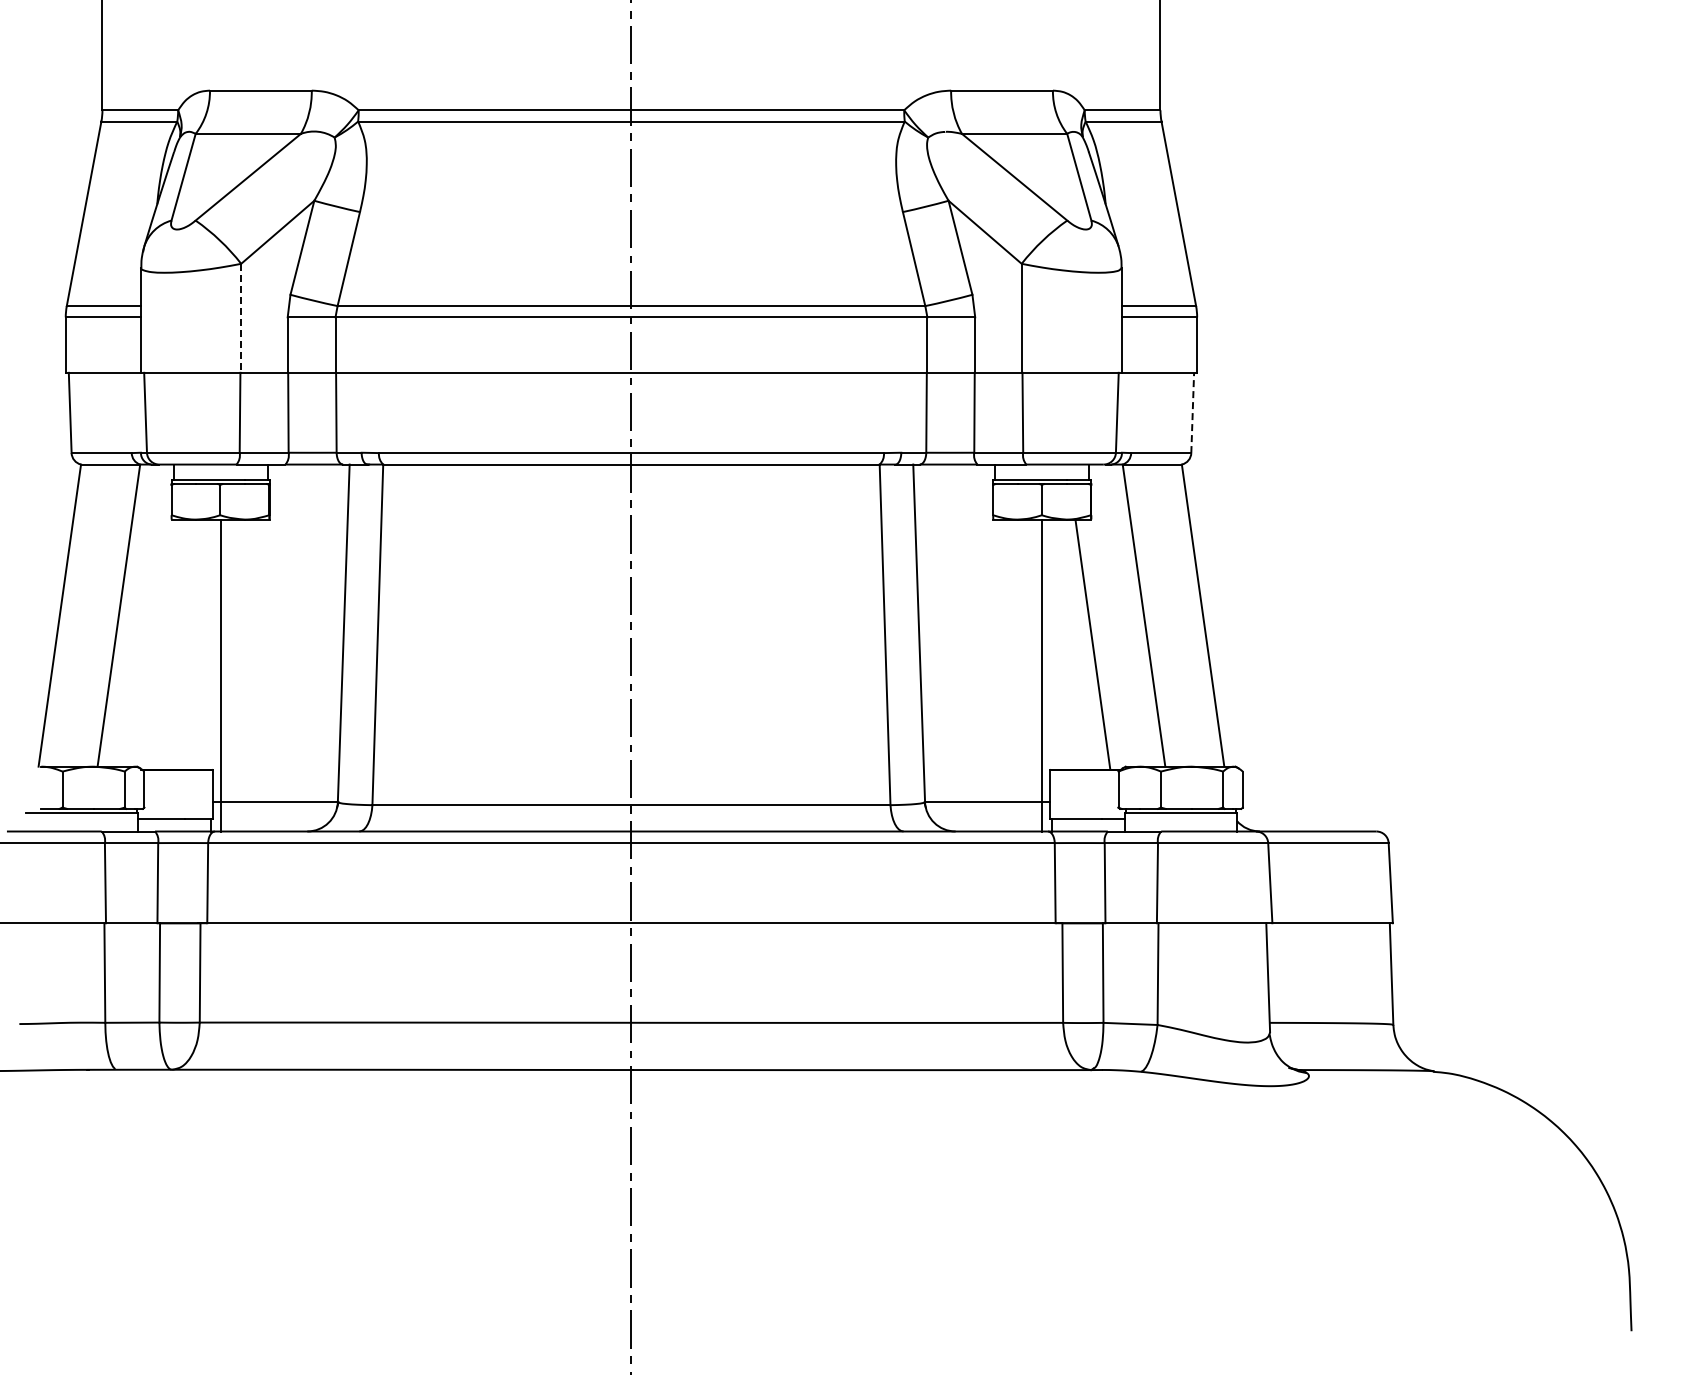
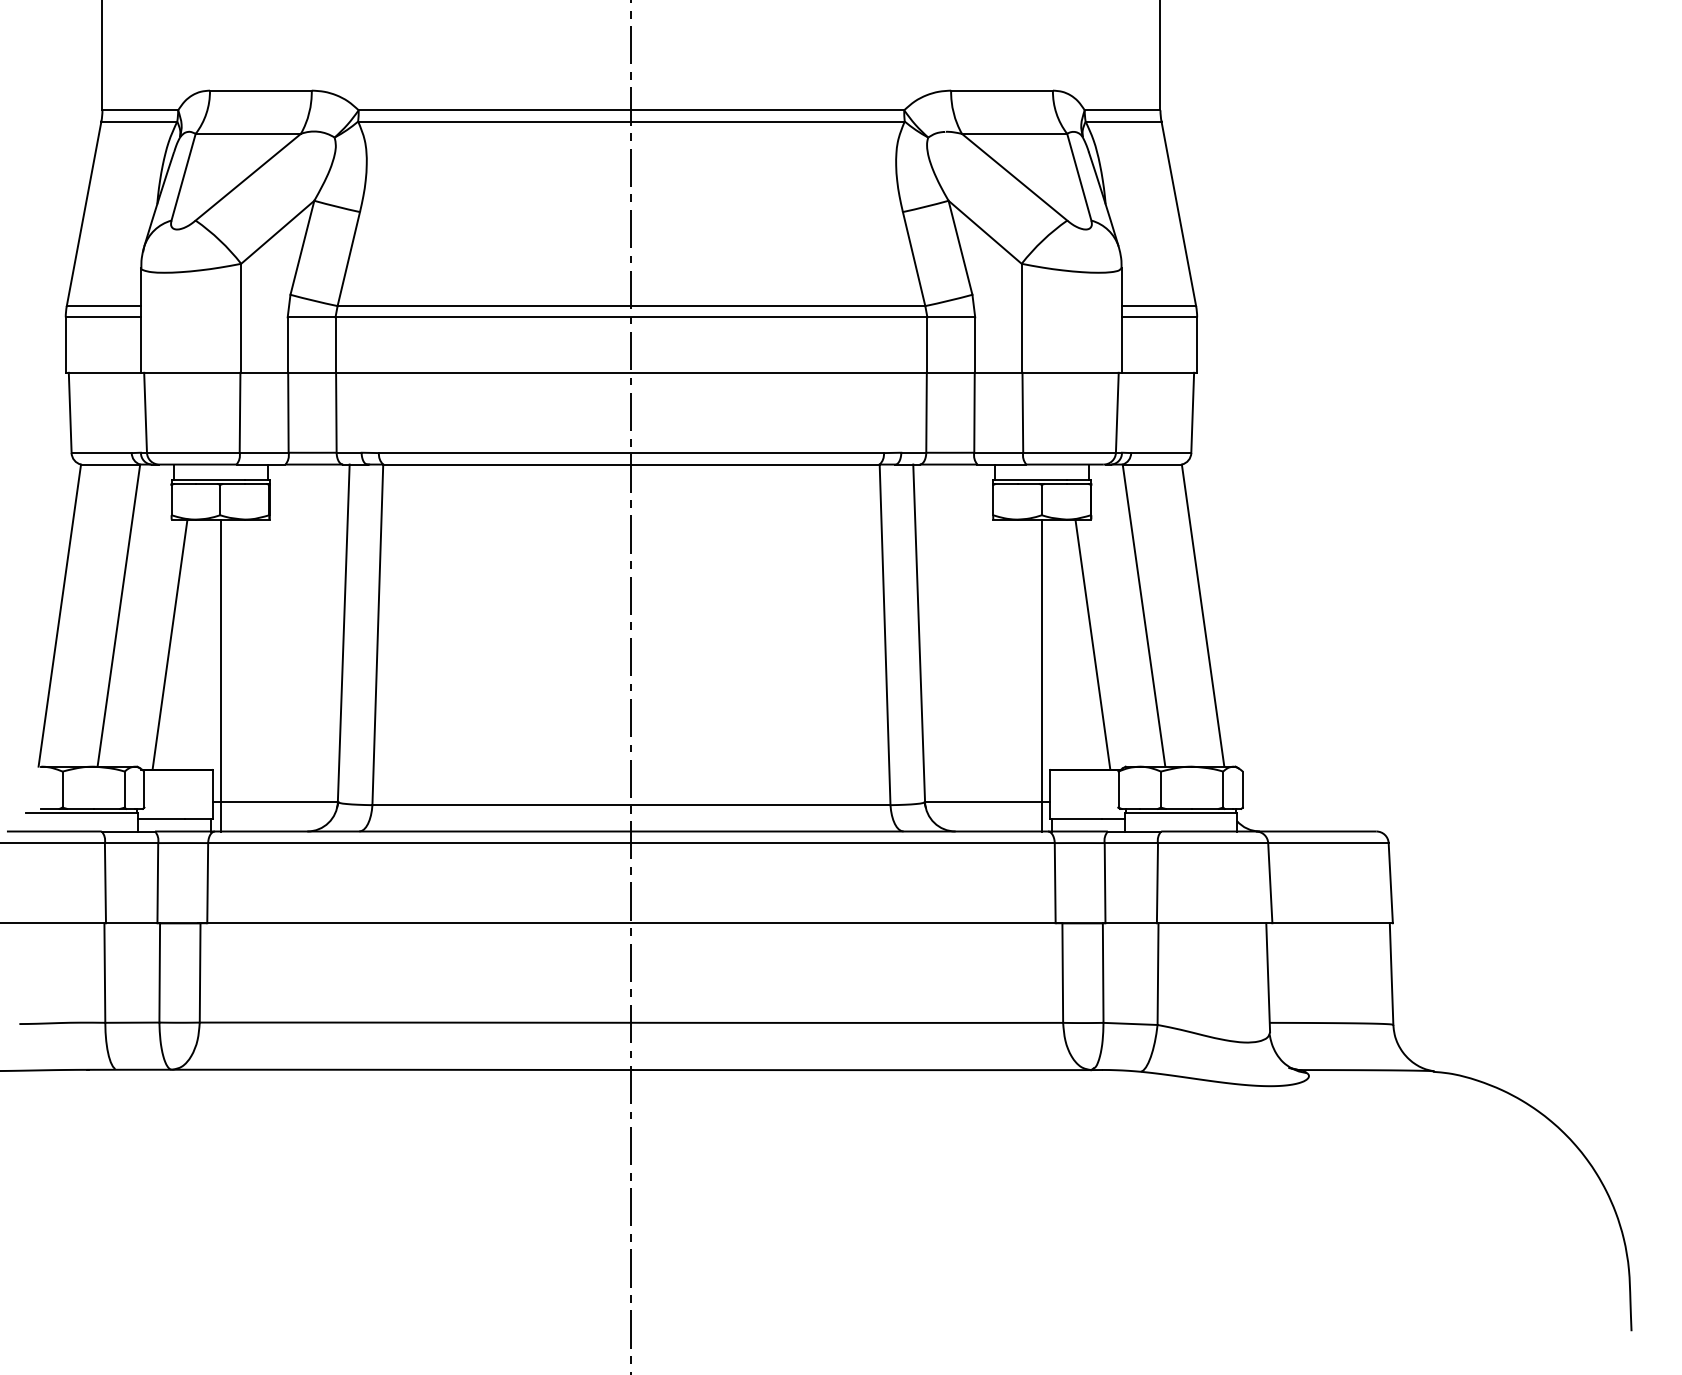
line at (241, 318): dashed -> solid
line at (1192, 412): dashed -> solid
line at (169, 644): none -> present
